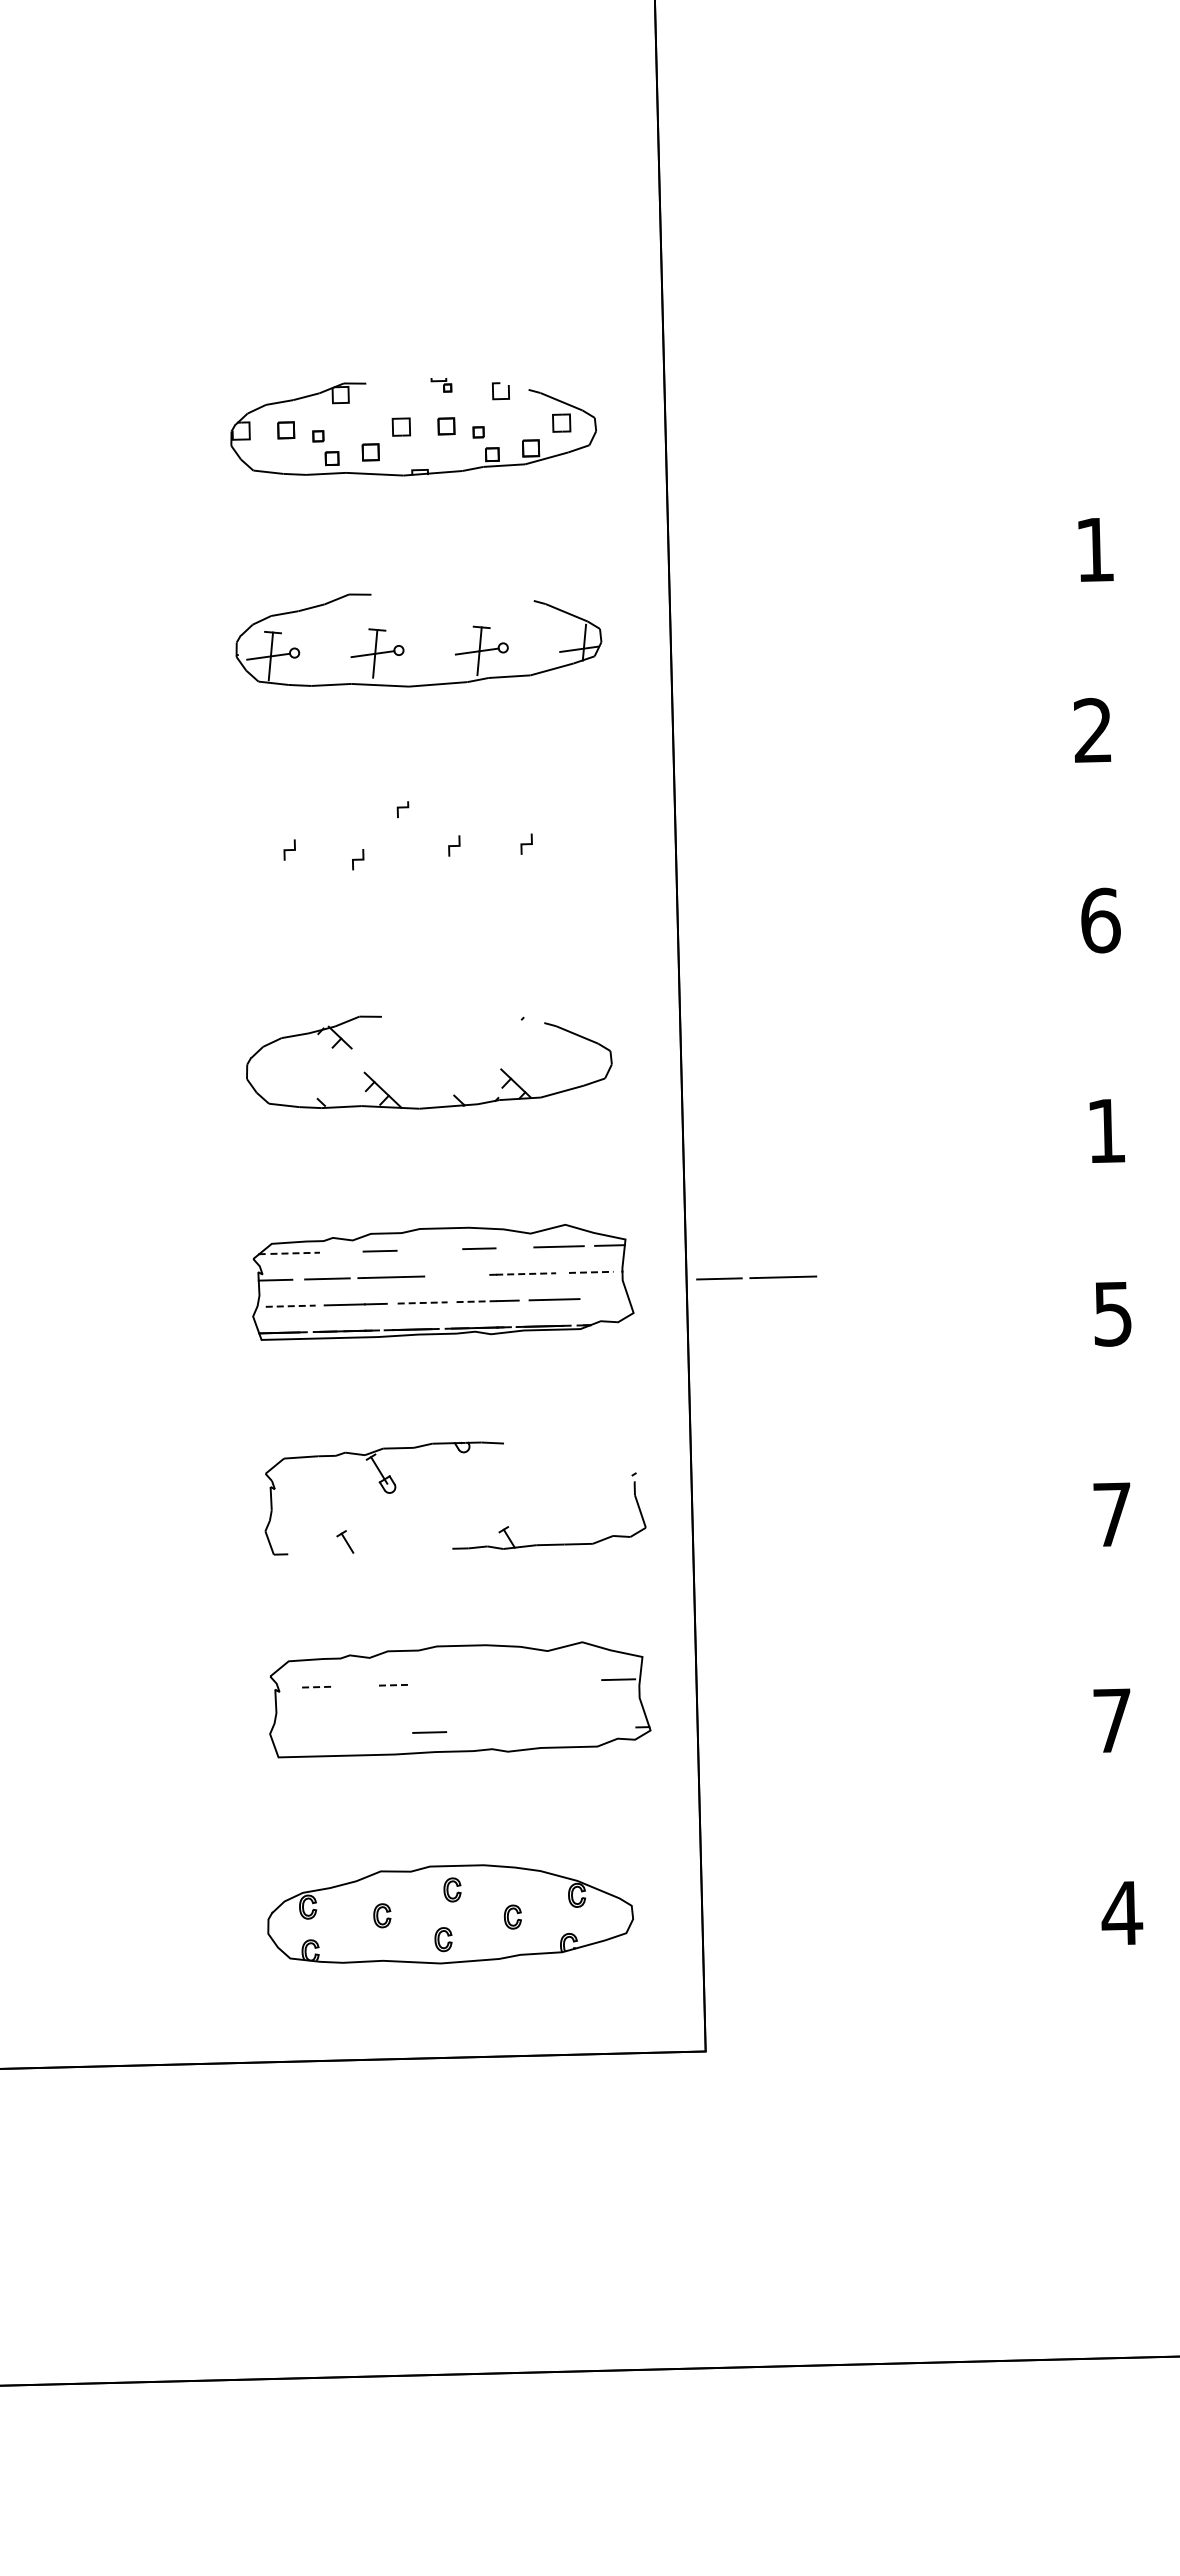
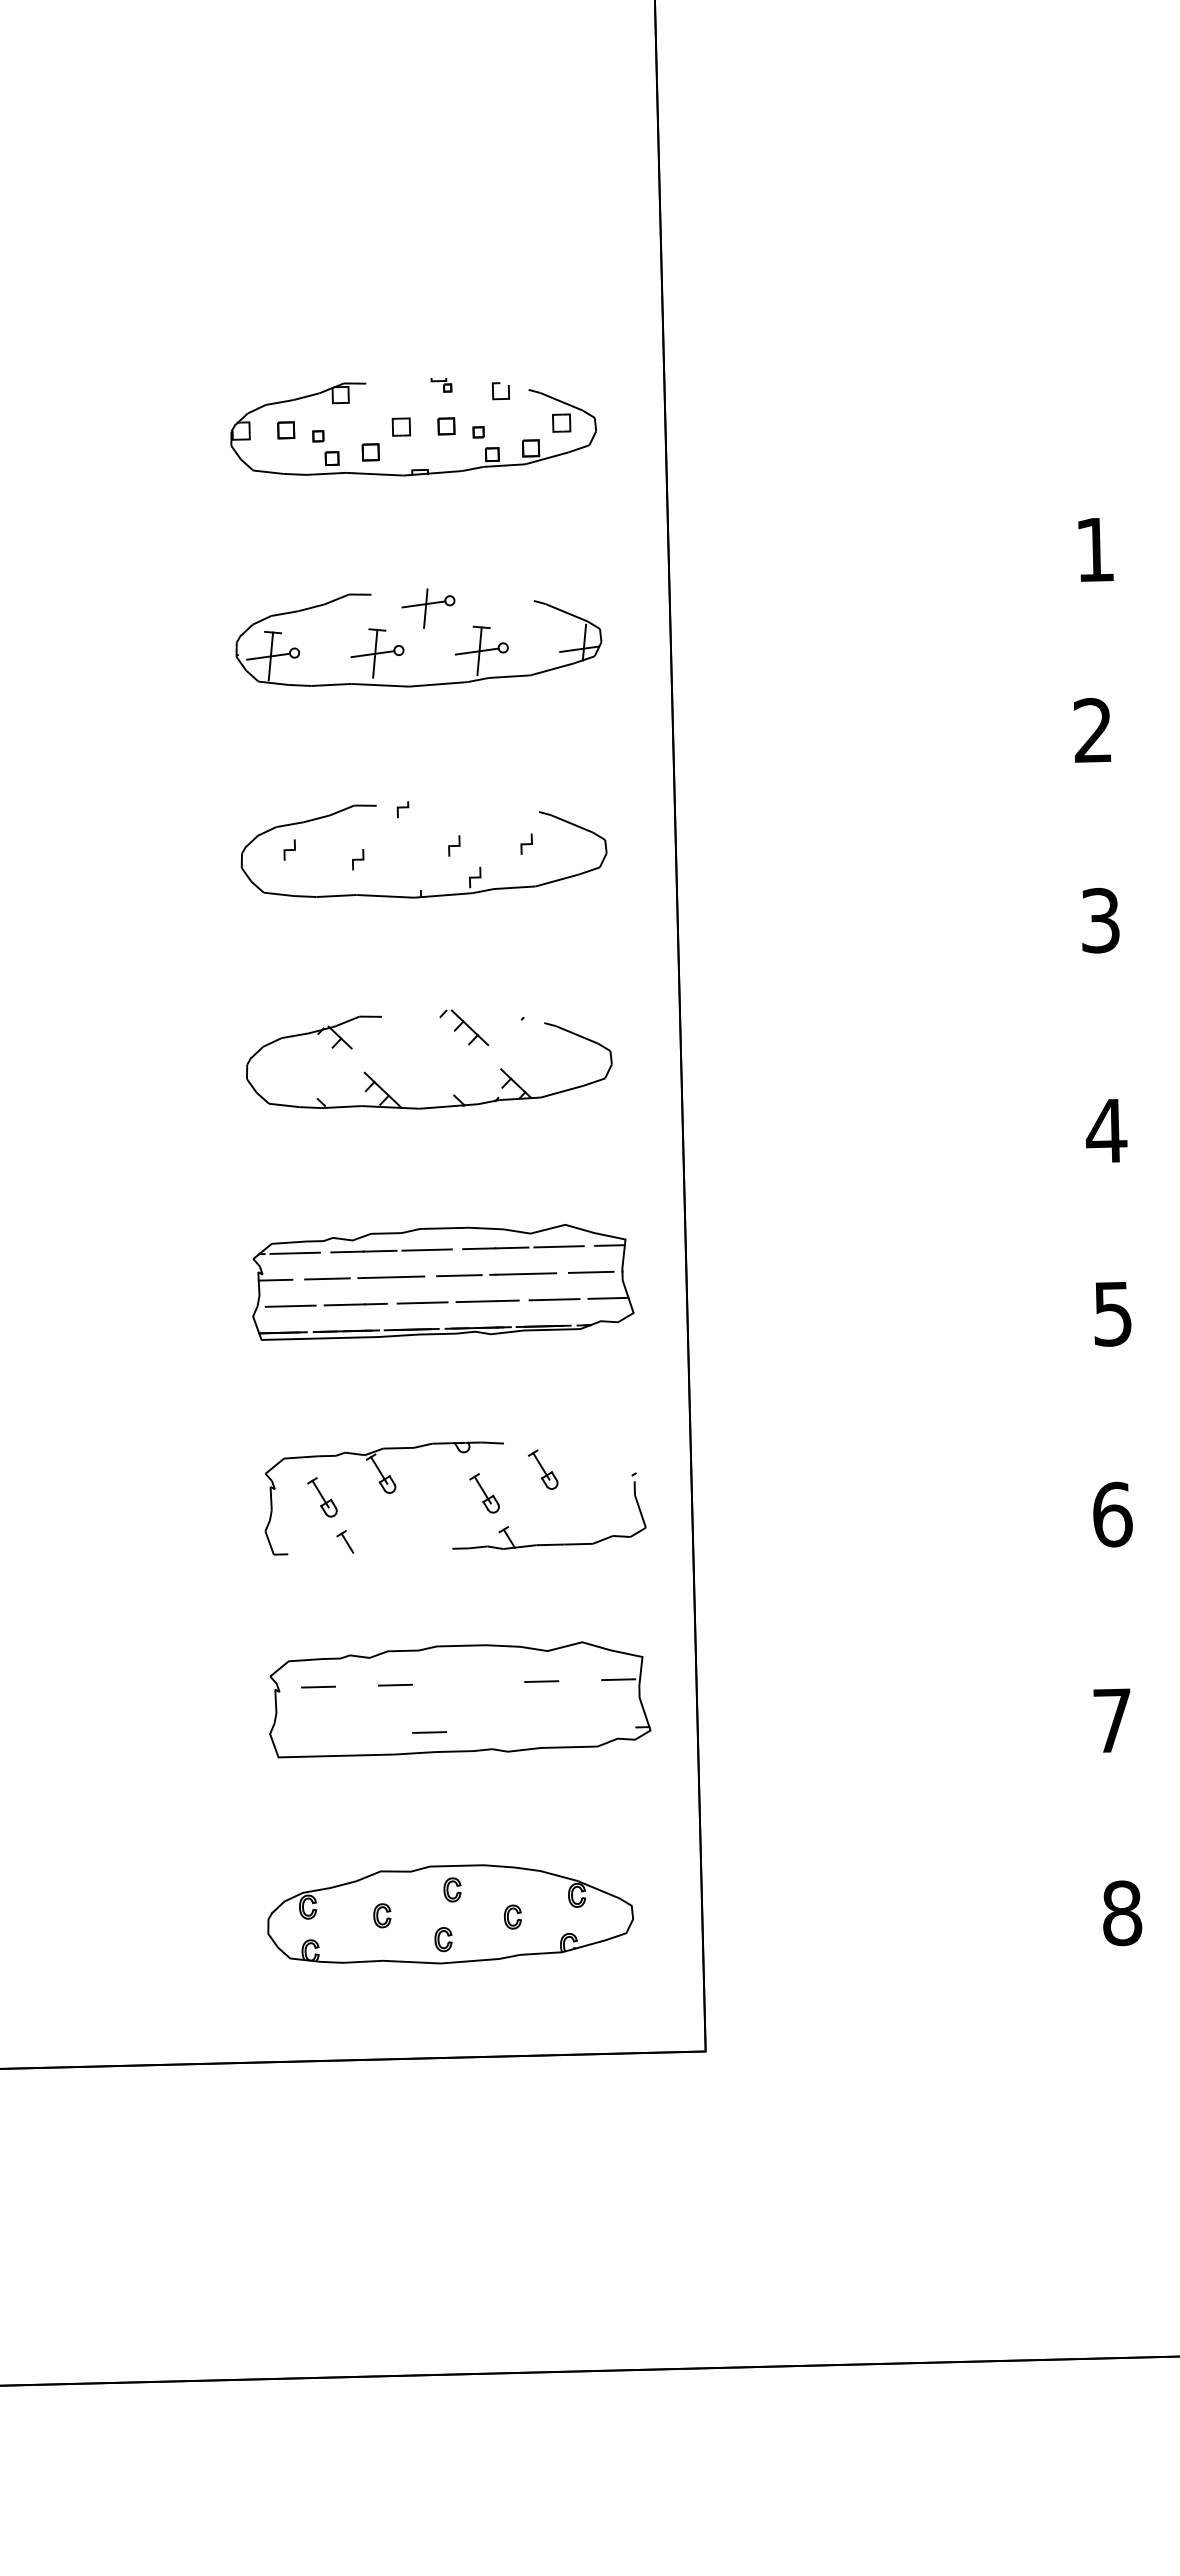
part at (428, 608): none -> present
part at (421, 890): none -> present
text at (1100, 920): 6 -> 3
part at (464, 1027): none -> present
text at (1106, 1130): 1 -> 4
line at (511, 1247): none -> present
line at (426, 1249): none -> present
line at (347, 1251): none -> present
line at (295, 1253): dashed -> solid
line at (591, 1272): dashed -> solid
line at (526, 1274): dashed -> solid
line at (459, 1275): none -> present
line at (756, 1277): present -> none
line at (608, 1297): none -> present
line at (477, 1301): dashed -> solid
line at (422, 1302): dashed -> solid
line at (290, 1306): dashed -> solid
part at (543, 1469): none -> present
part at (484, 1493): none -> present
part at (322, 1497): none -> present
text at (1112, 1514): 7 -> 6
line at (541, 1681): none -> present
line at (396, 1685): dashed -> solid
line at (319, 1687): dashed -> solid
text at (1122, 1913): 4 -> 8
